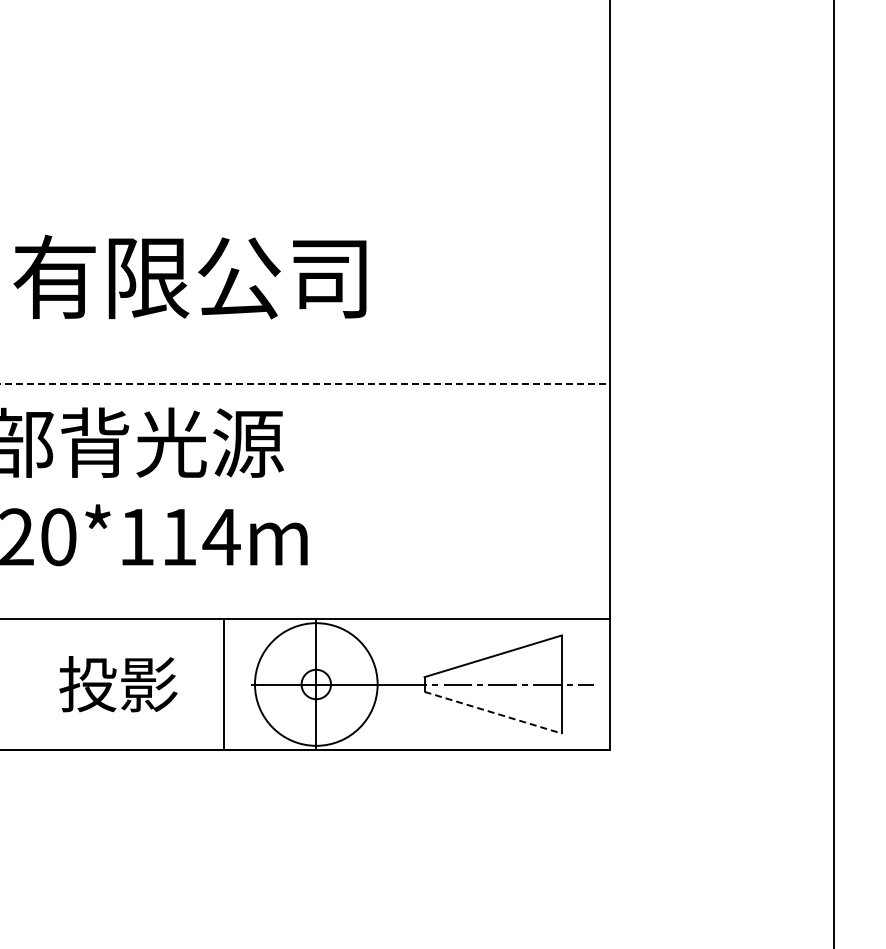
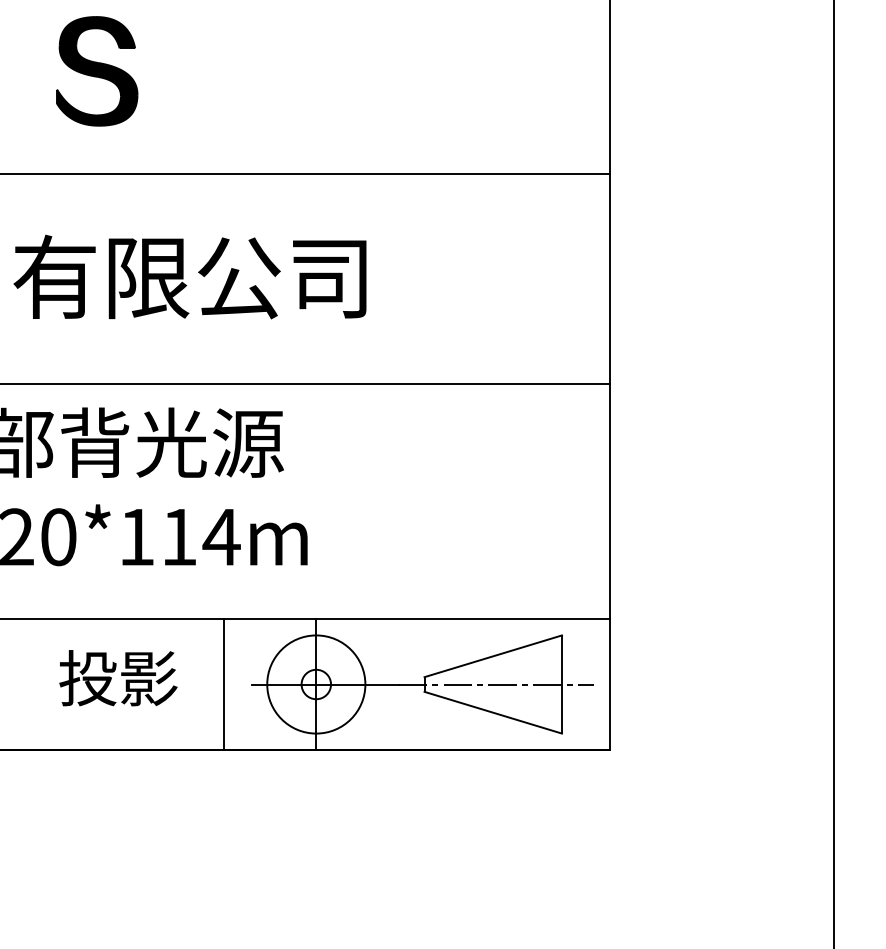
part at (97, 71): none -> present
line at (305, 174): none -> present
line at (304, 383): dashed -> solid
text at (118, 684) position: (118, 684) -> (118, 678)
circle at (315, 684) diameter: 123 px -> 98 px
line at (493, 712): dashed -> solid
